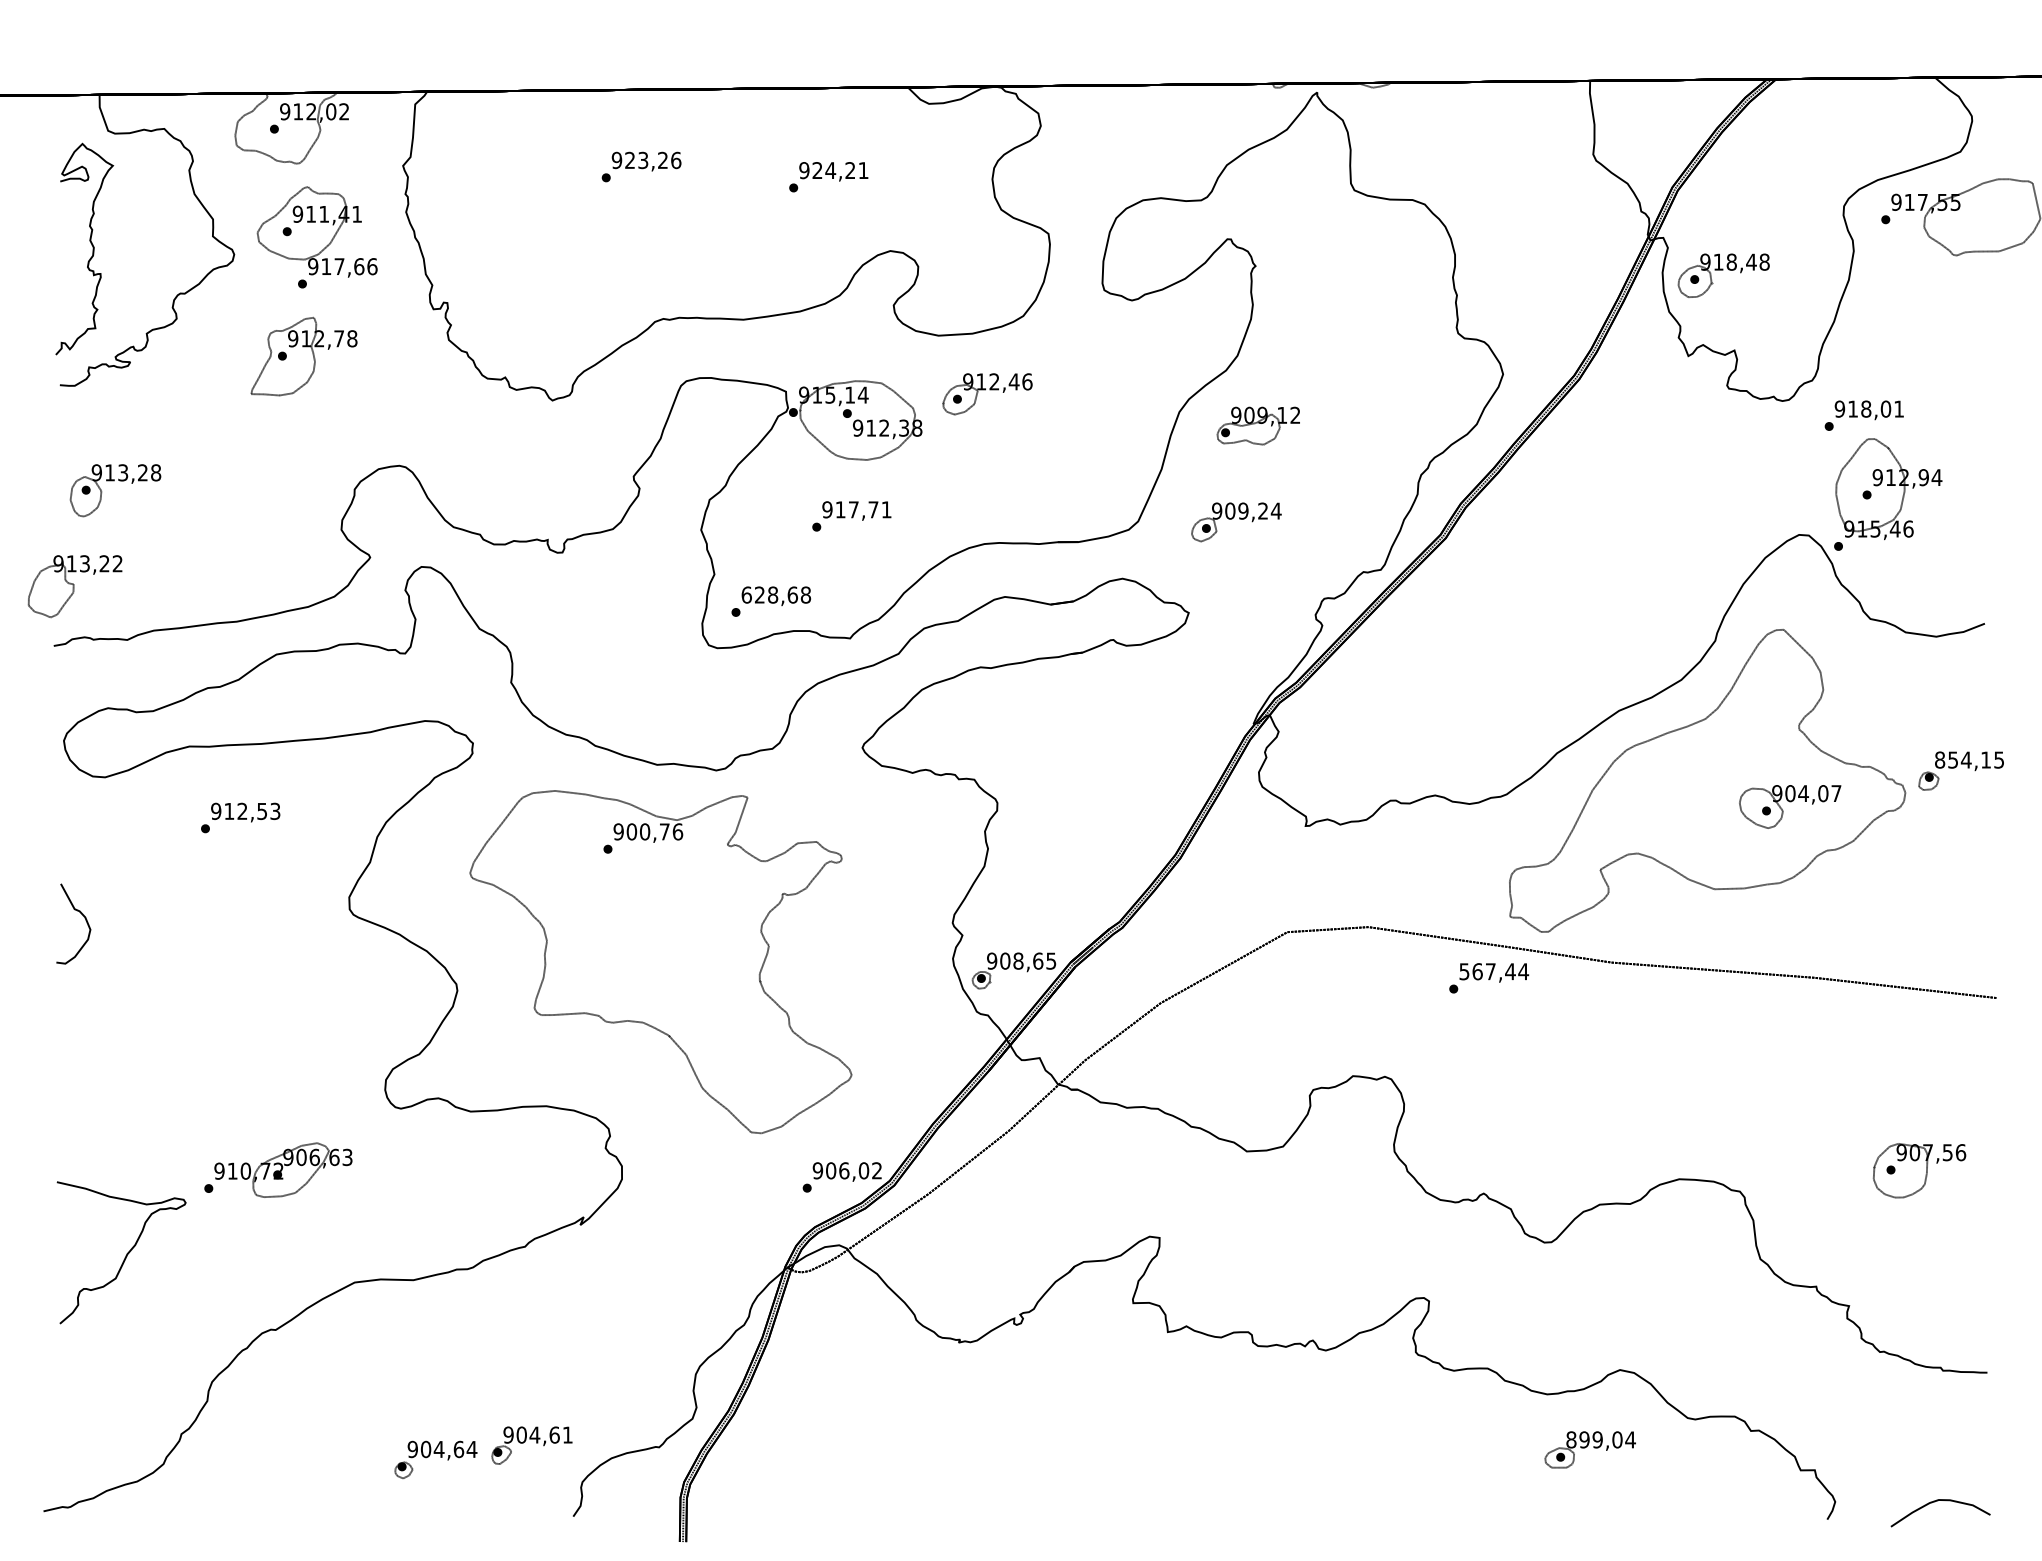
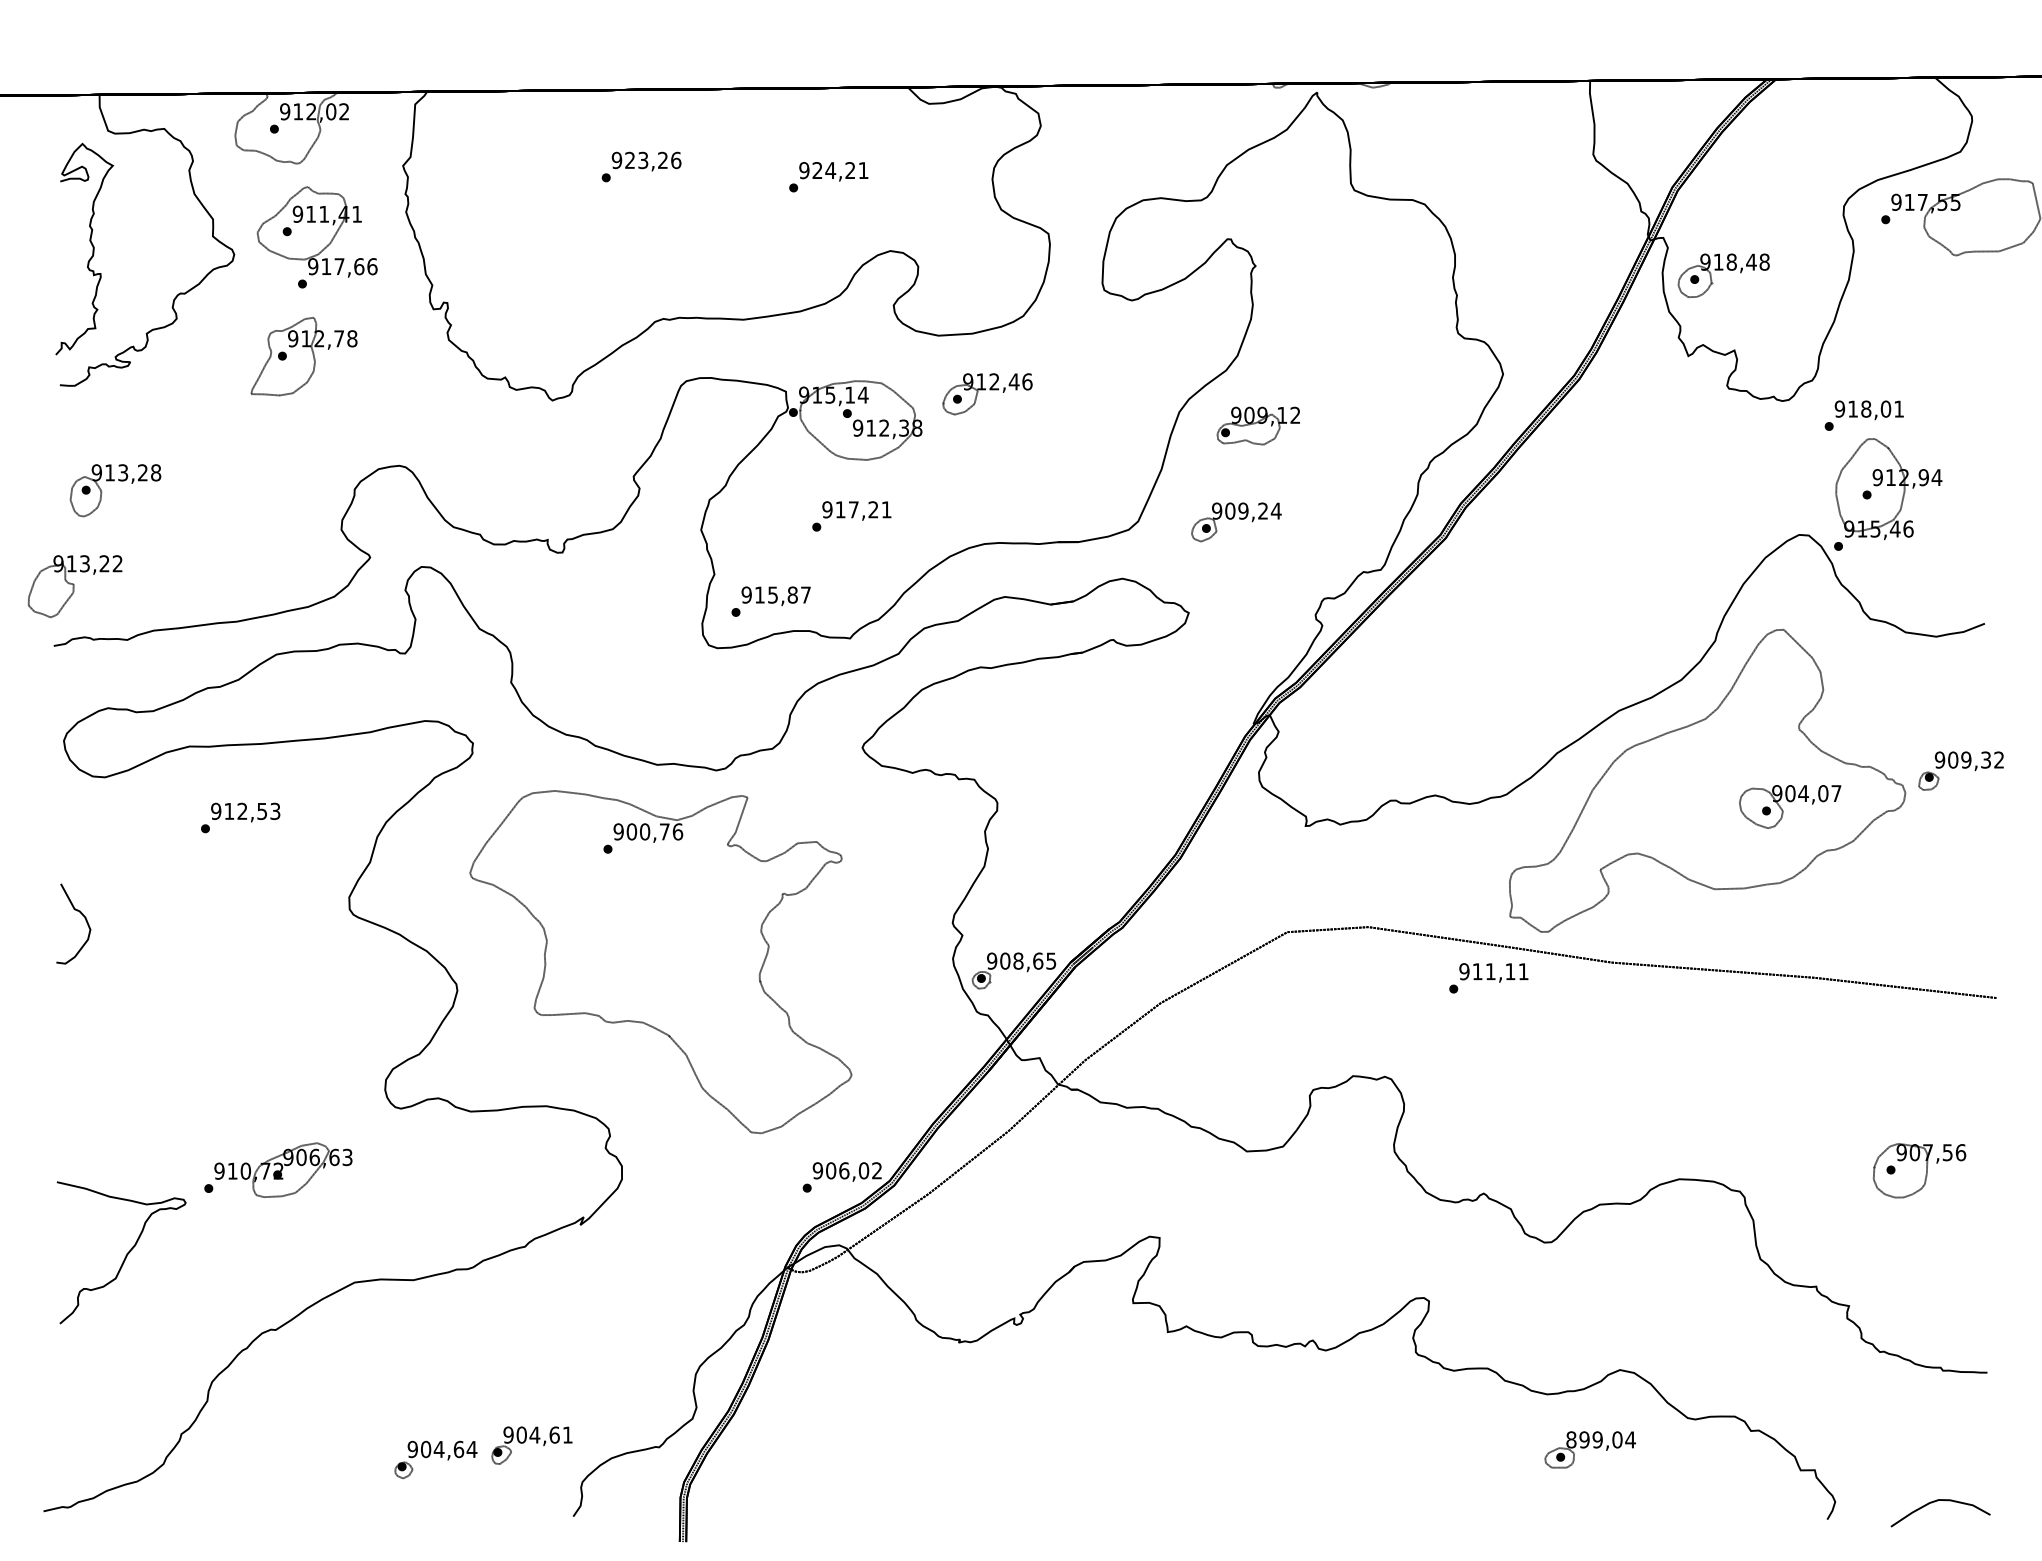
text at (873, 509): 917,71 -> 917,21
text at (776, 594): 628,68 -> 915,87
text at (1968, 759): 854,15 -> 909,32
text at (1494, 971): 567,44 -> 911,11
